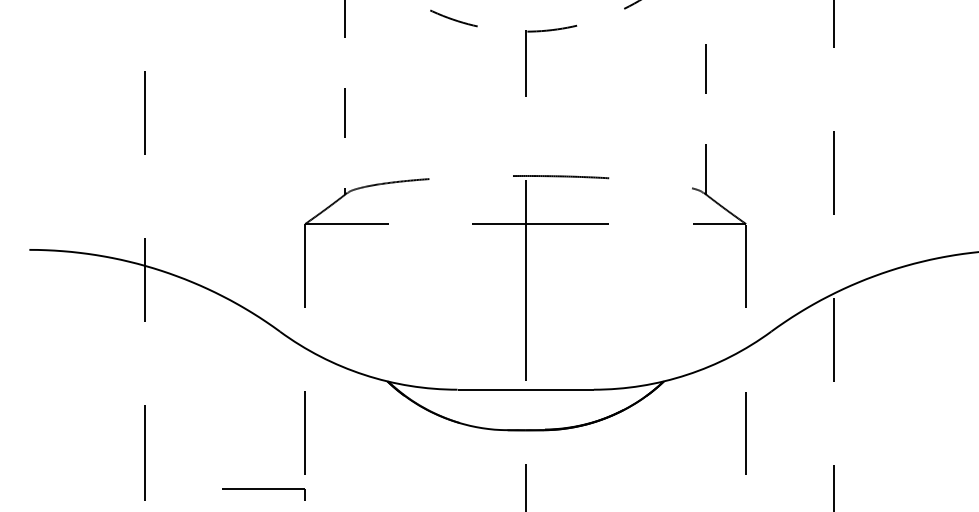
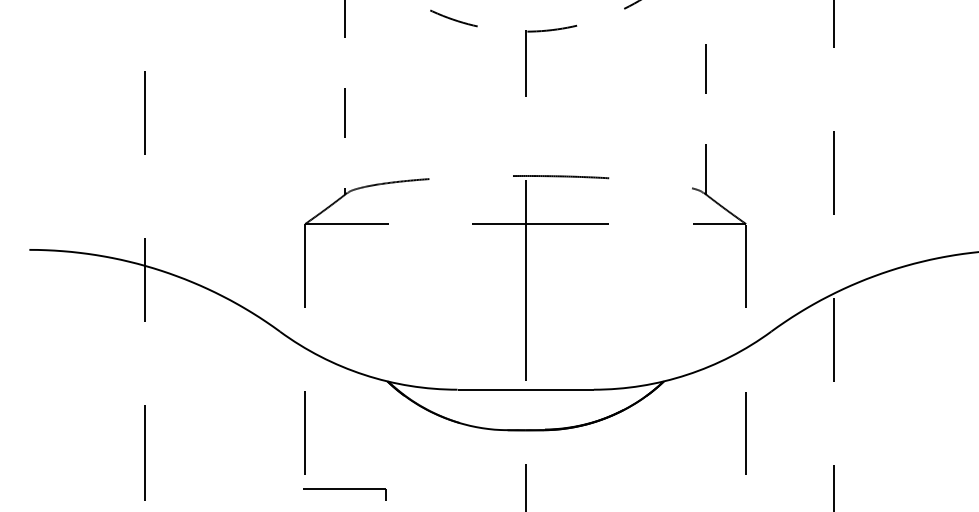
part at (263, 494) position: (263, 494) -> (344, 494)
